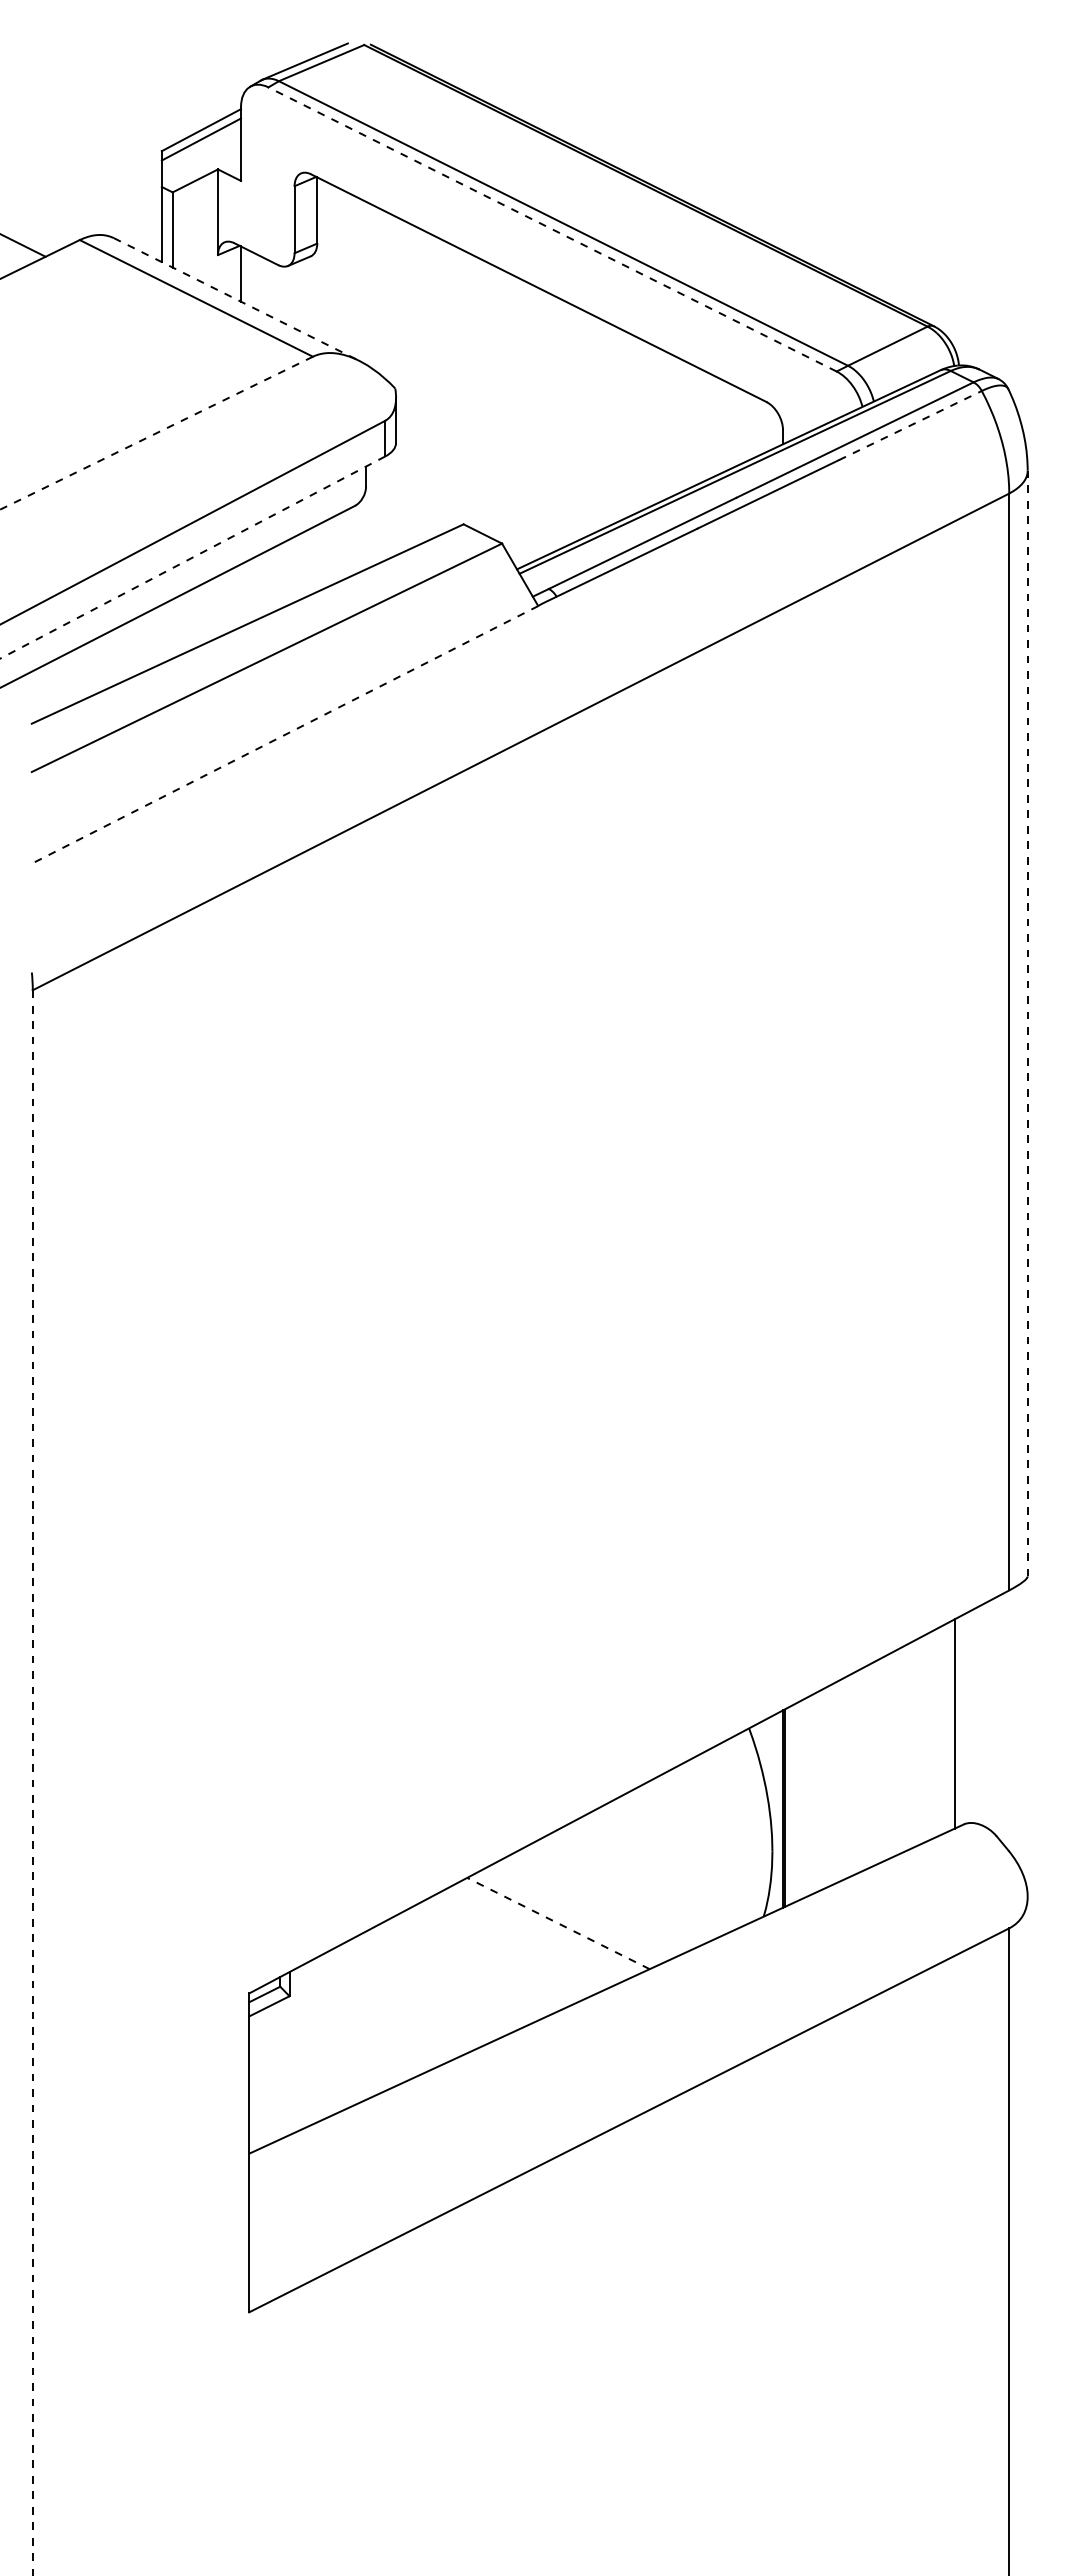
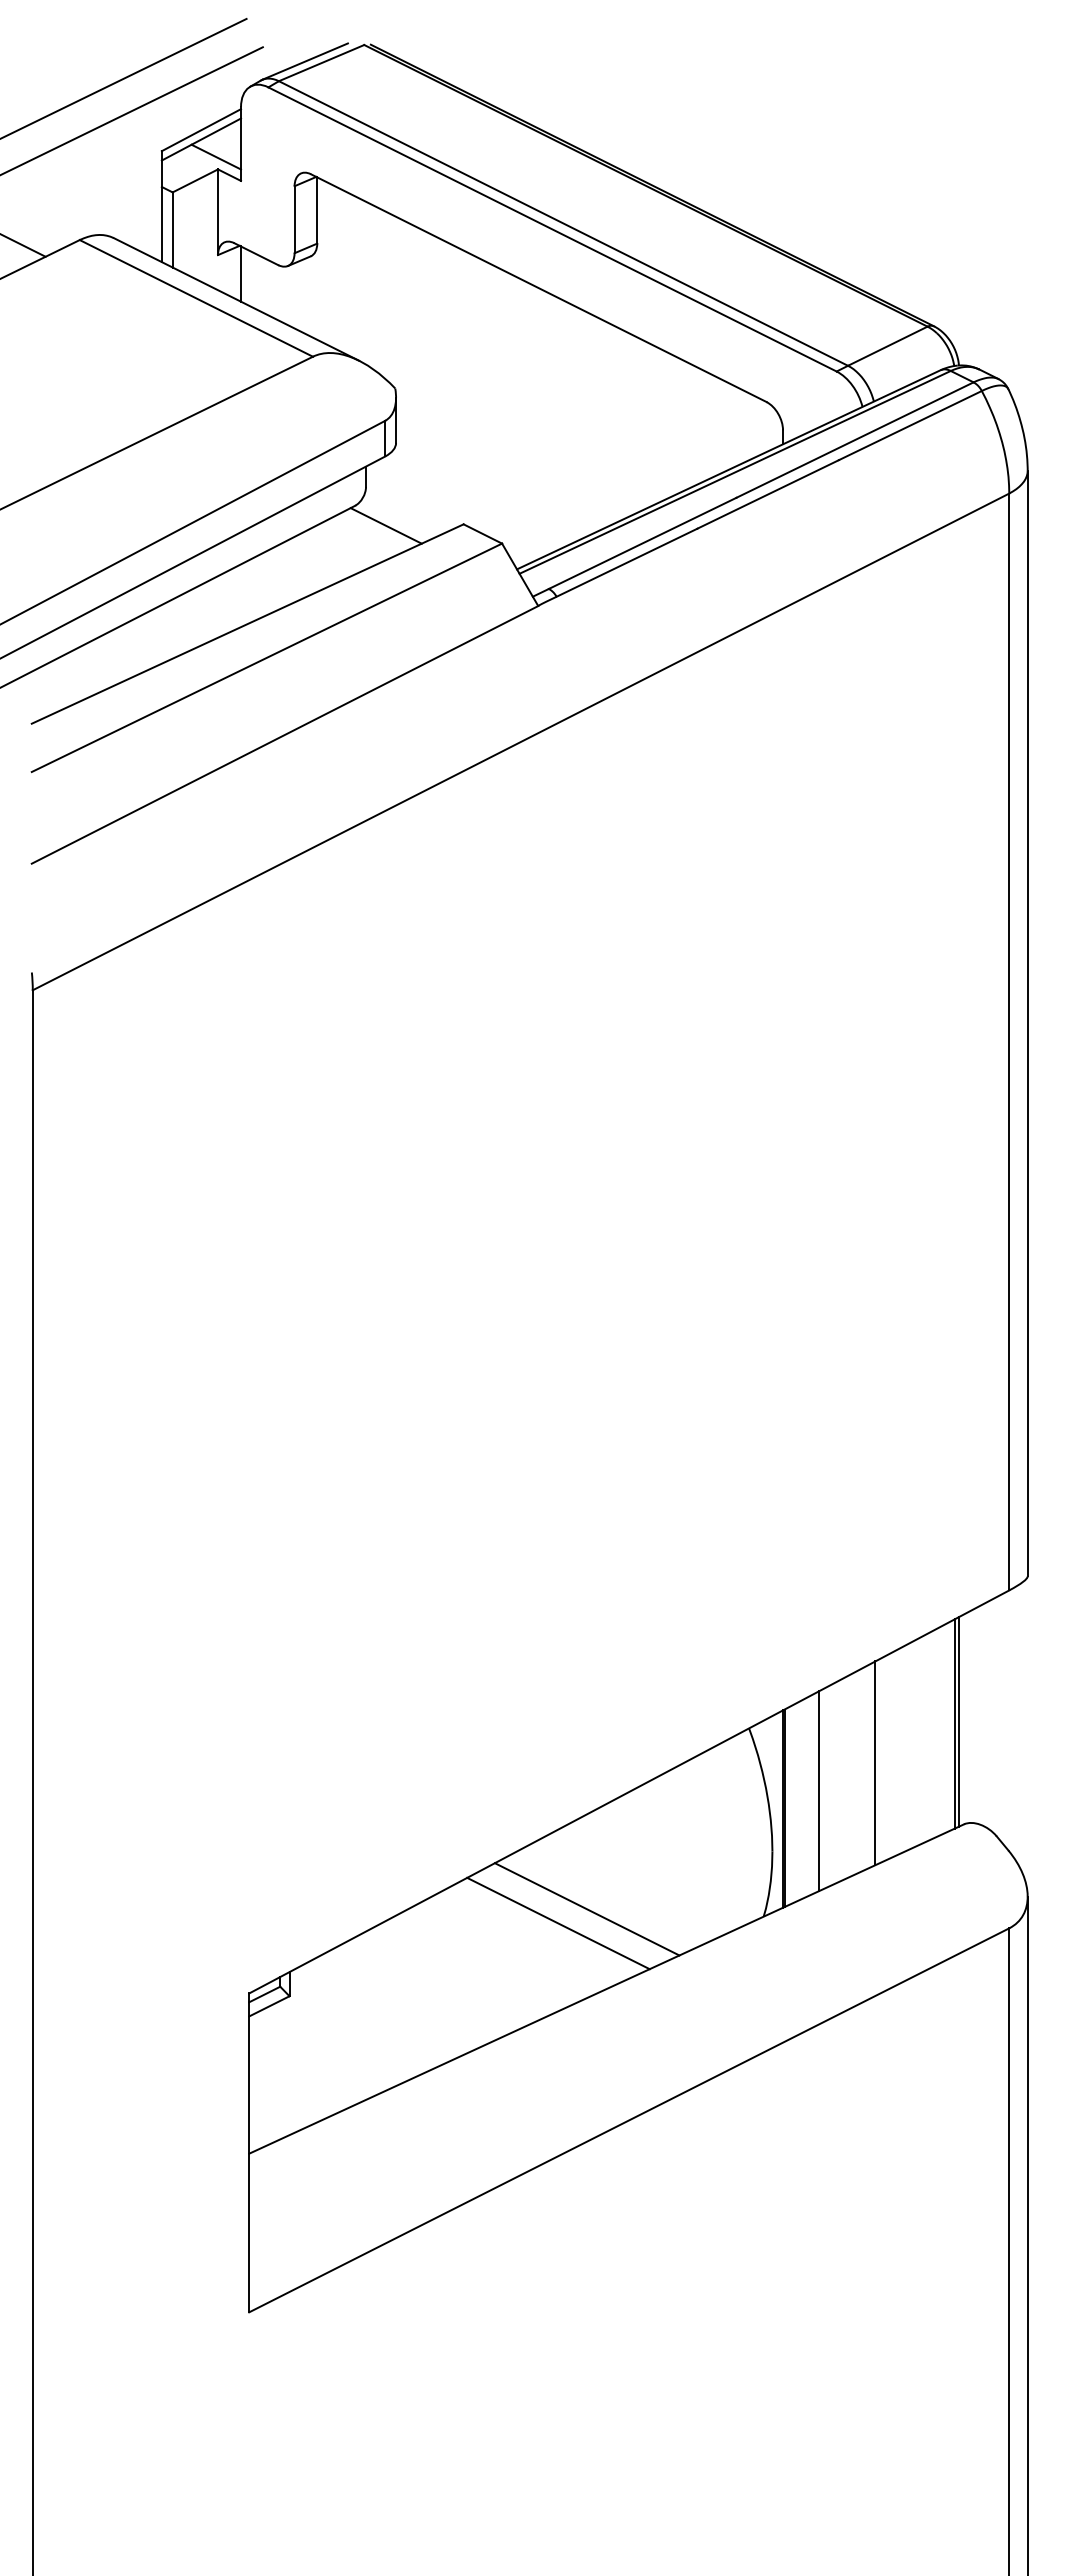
line at (124, 77): none -> present
line at (132, 110): none -> present
line at (216, 156): none -> present
line at (552, 229): dashed -> solid
line at (236, 299): dashed -> solid
line at (910, 425): dashed -> solid
line at (156, 433): dashed -> solid
line at (385, 525): none -> present
line at (192, 557): dashed -> solid
line at (284, 735): dashed -> solid
line at (1027, 1023): dashed -> solid
line at (959, 1721): none -> present
line at (875, 1763): none -> present
line at (32, 1783): dashed -> solid
line at (818, 1791): none -> present
line at (586, 1909): none -> present
line at (558, 1923): dashed -> solid
line at (1027, 2234): none -> present
